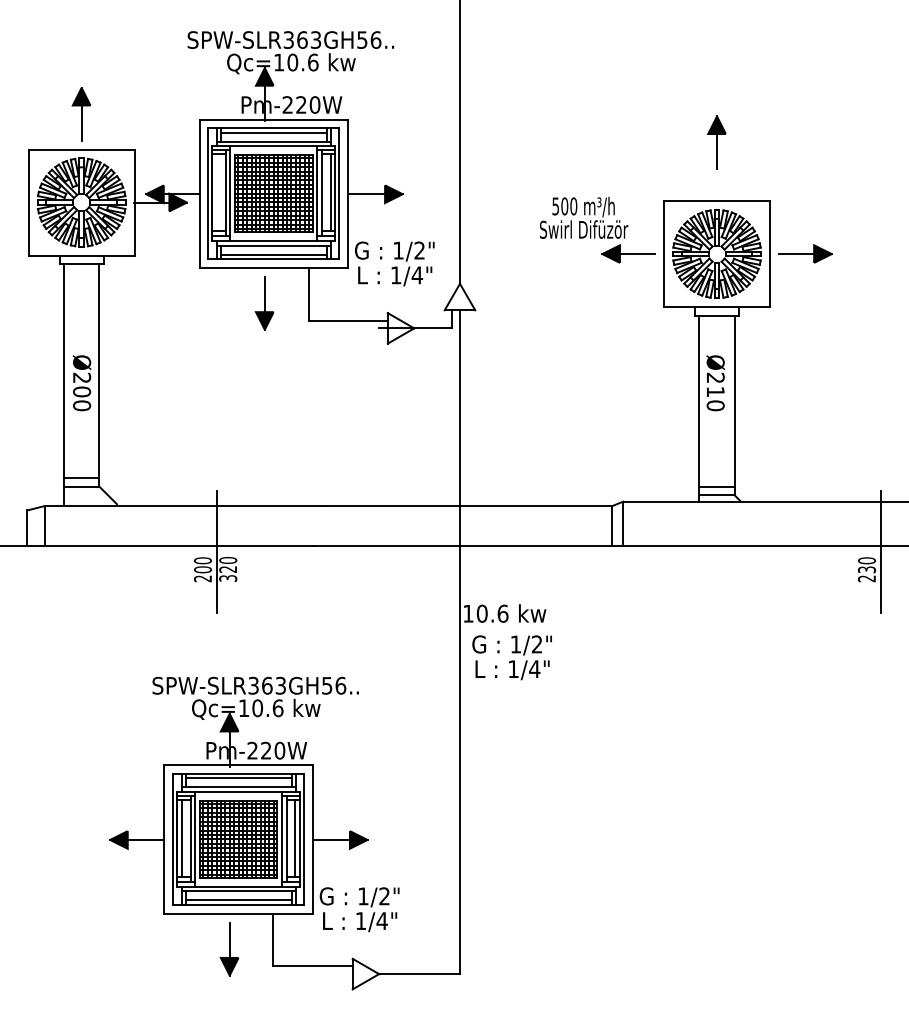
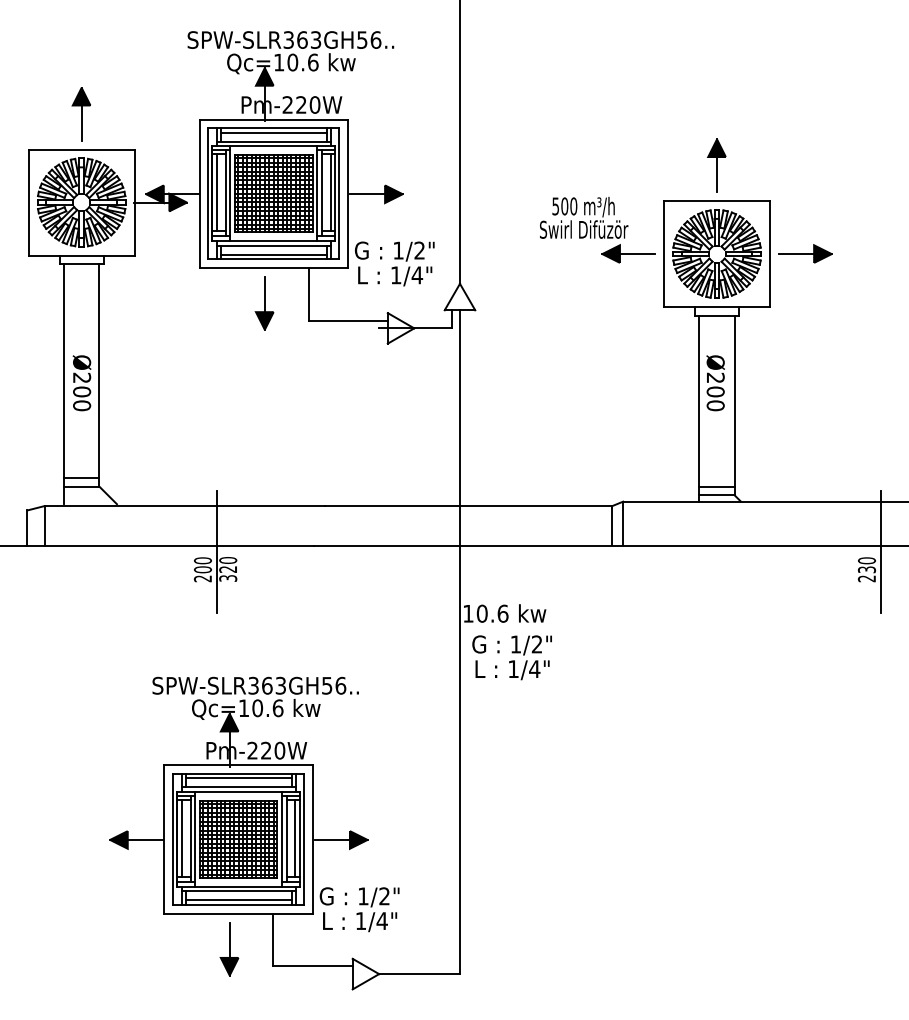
part at (716, 142) position: (716, 142) -> (716, 165)
line at (217, 192): none -> present
text at (715, 391): Ø210 -> Ø200
